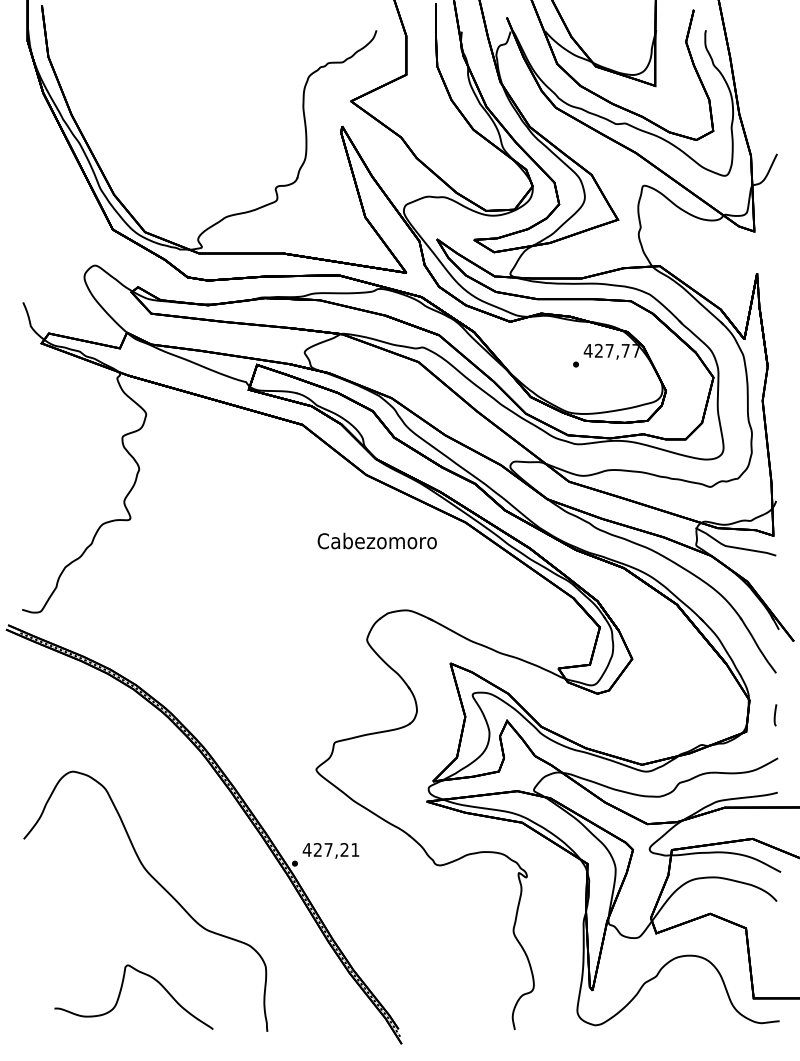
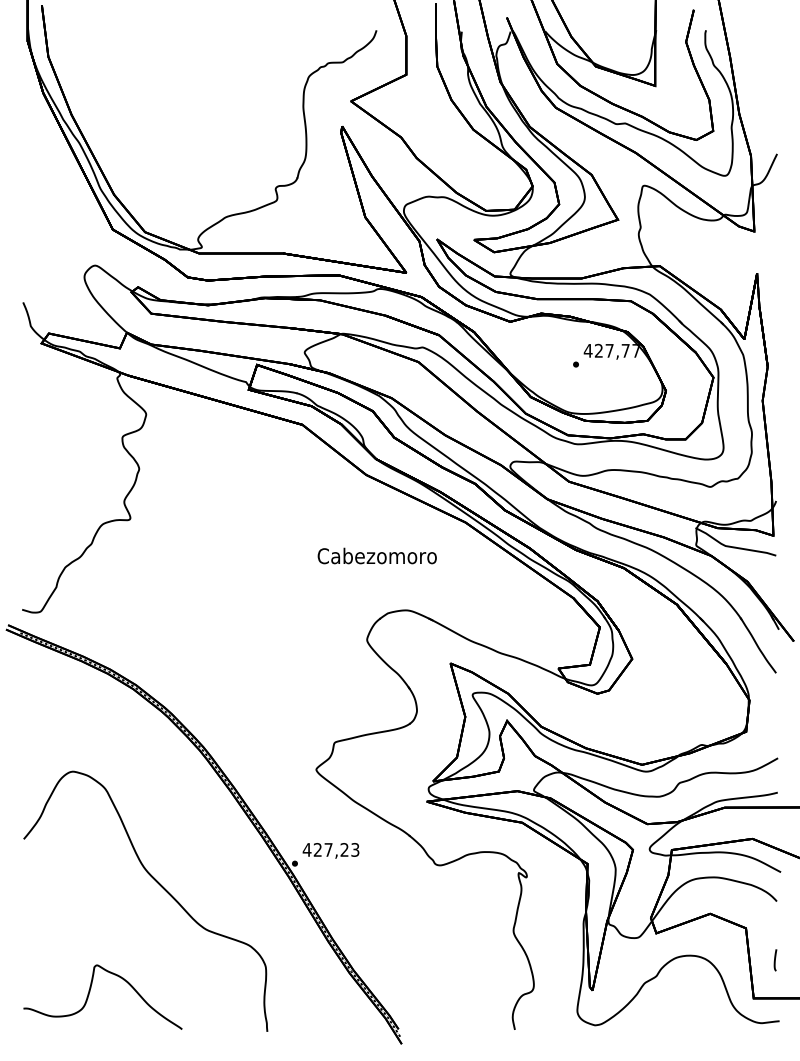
text at (376, 540) position: (376, 540) -> (376, 555)
curve at (775, 715) position: (775, 715) -> (775, 960)
text at (355, 849): 427,21 -> 427,23
curve at (121, 992) position: (121, 992) -> (90, 992)
